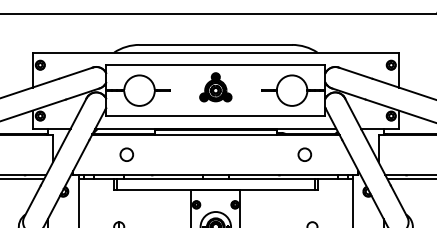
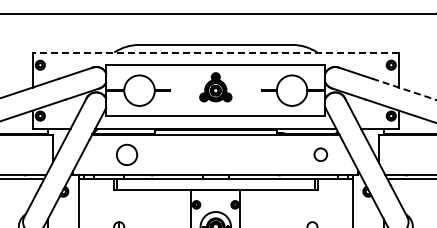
line at (215, 52): solid -> dashed
line at (403, 89): solid -> dashed
circle at (126, 154) size: 15x15 px -> 23x23 px
circle at (304, 154) position: (304, 154) -> (320, 154)
